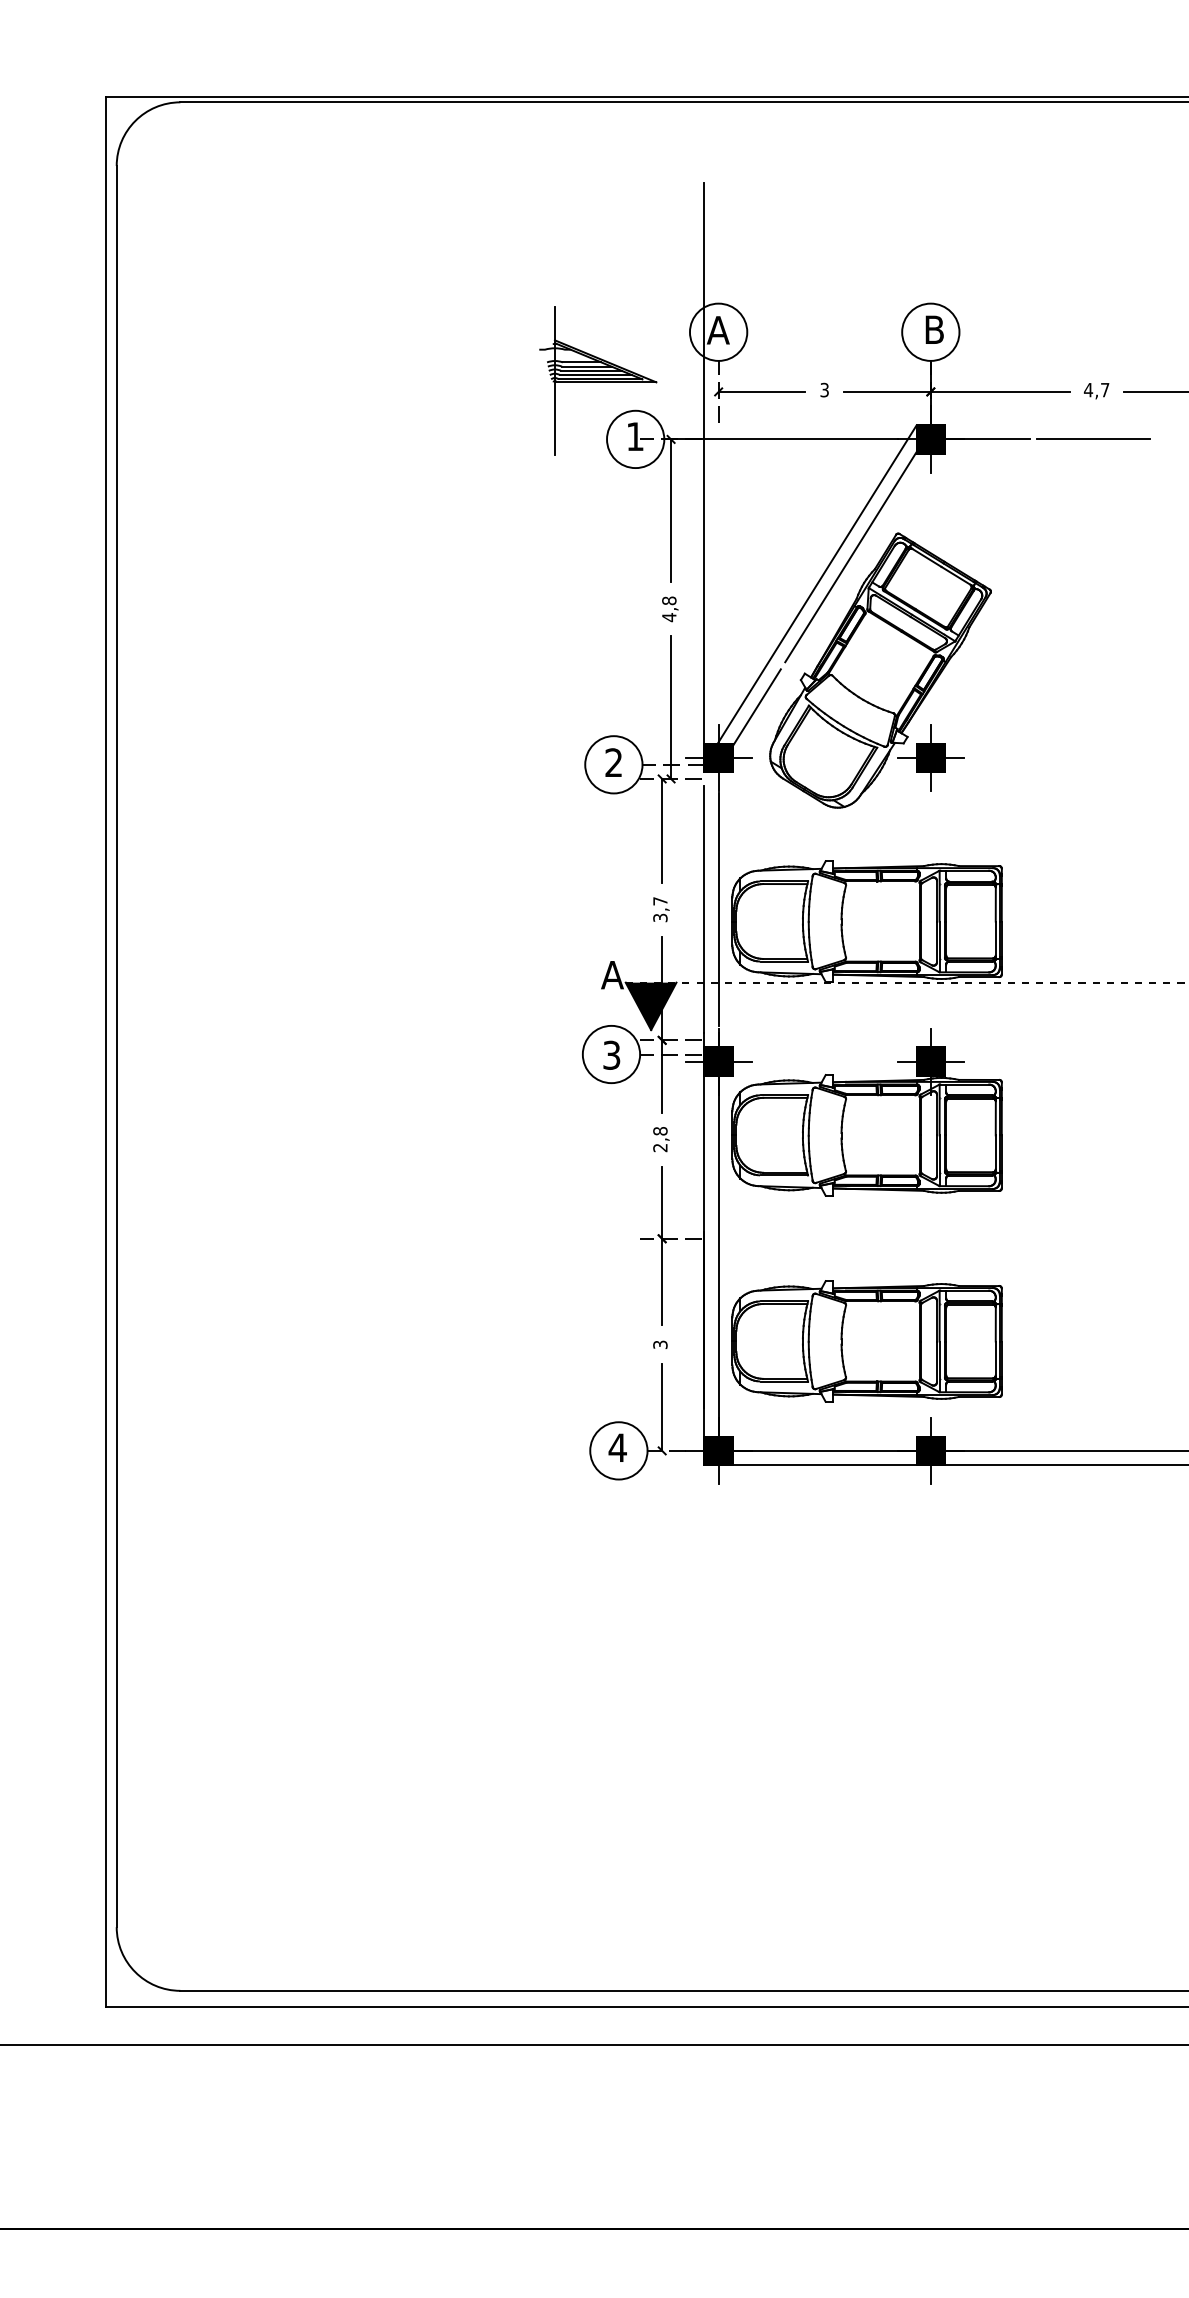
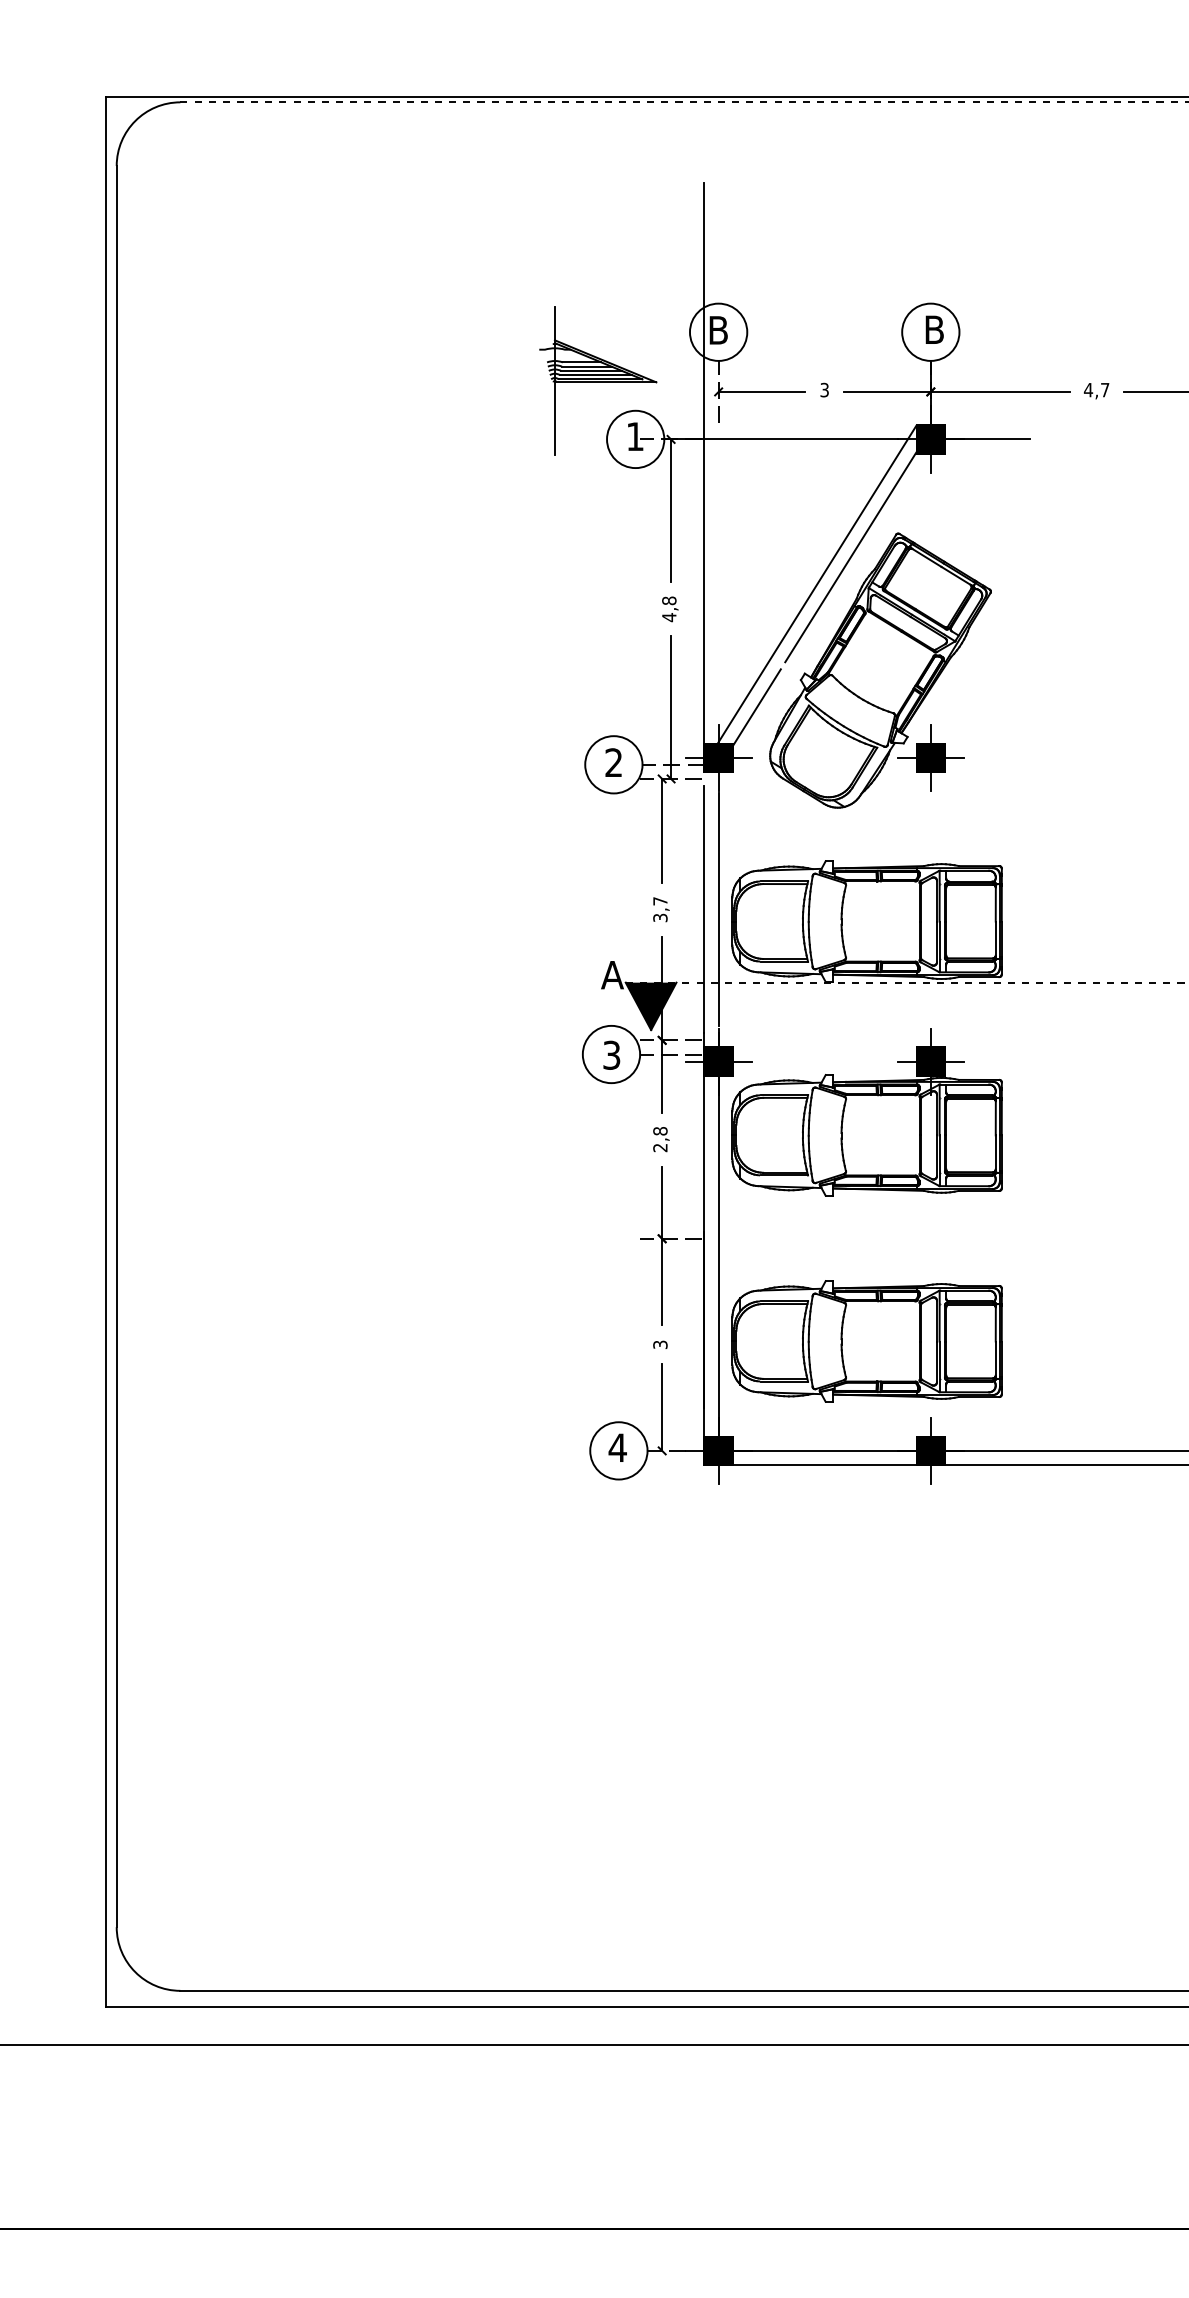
line at (684, 102): solid -> dashed
text at (717, 330): A -> B
line at (1092, 439): present -> none
